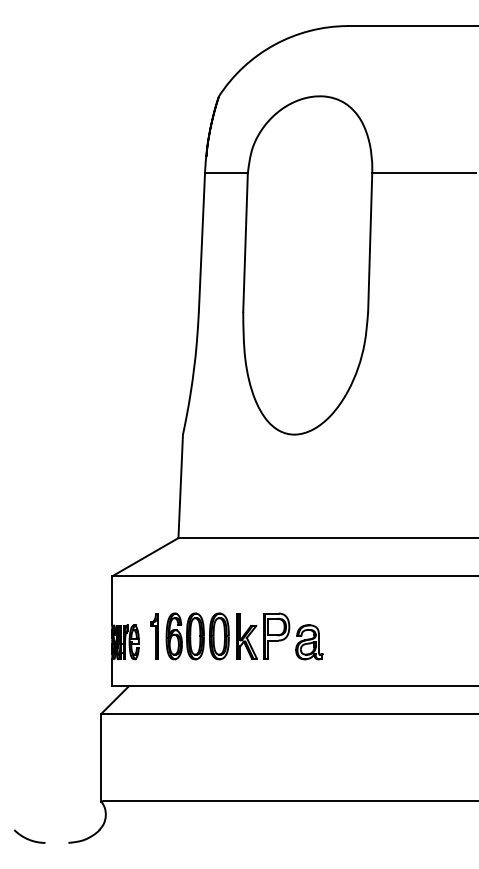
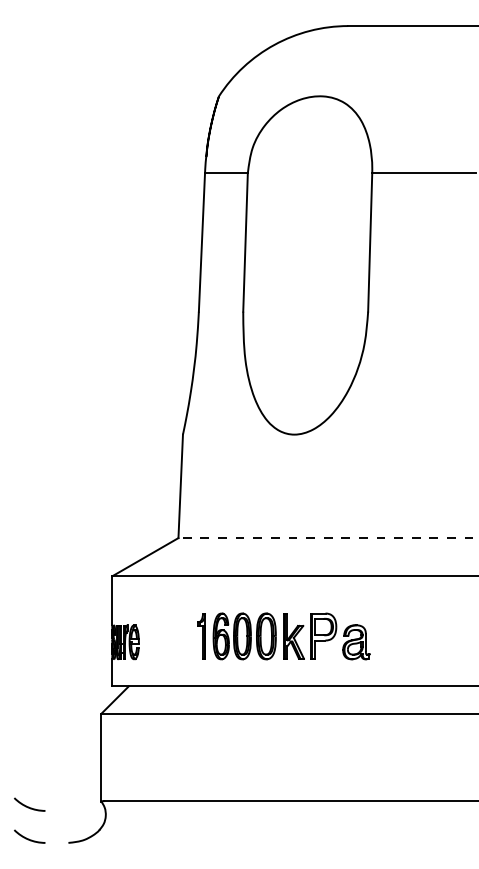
line at (328, 538): solid -> dashed
part at (236, 636) position: (236, 636) -> (283, 636)
arc at (29, 806): none -> present
